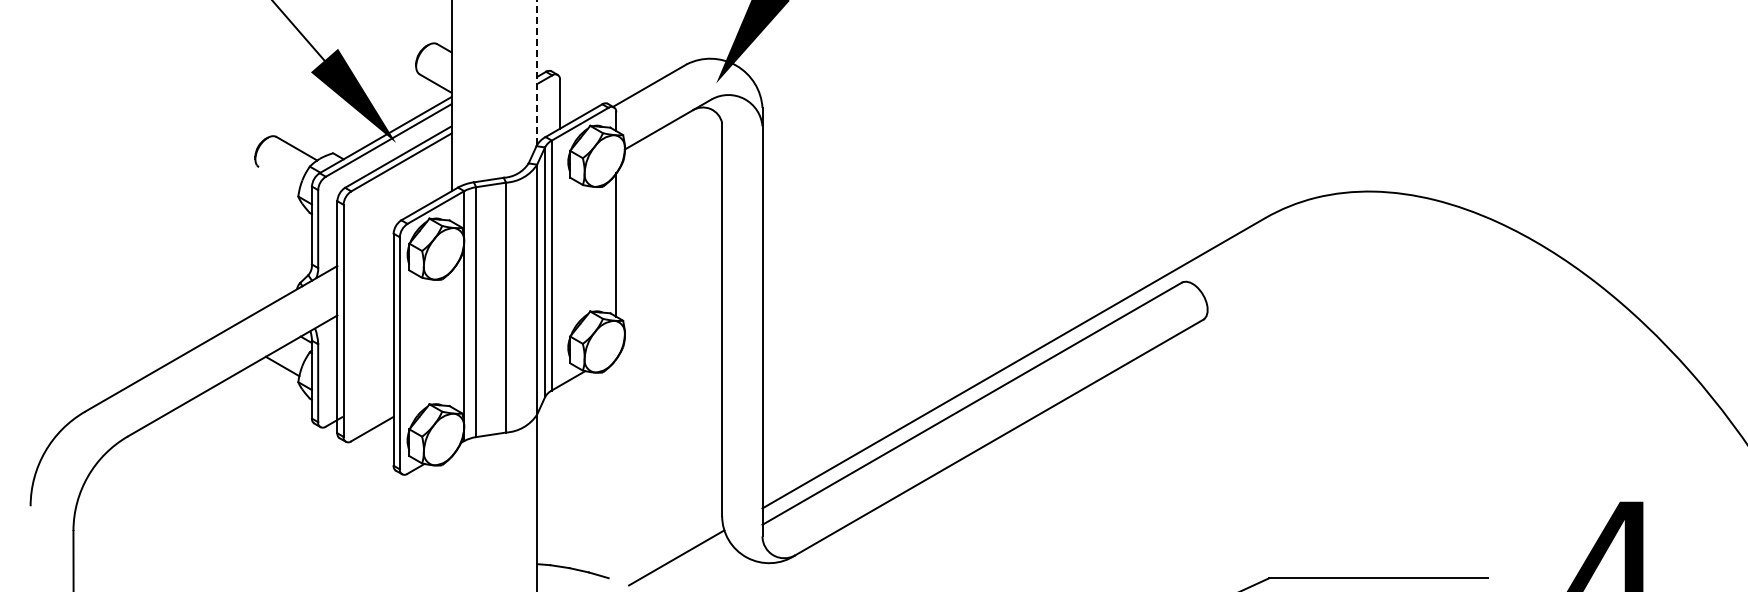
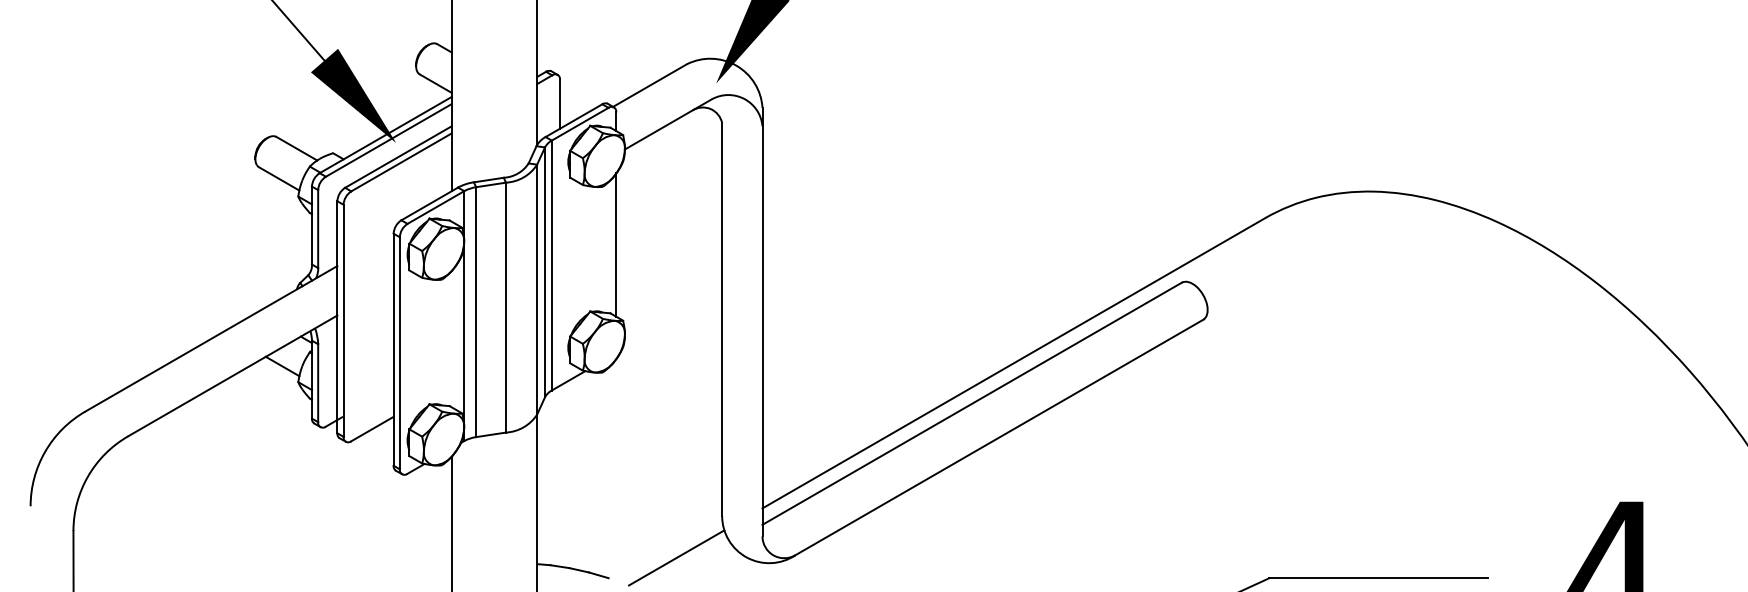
line at (537, 72): dashed -> solid
line at (279, 178): none -> present
line at (451, 522): none -> present
